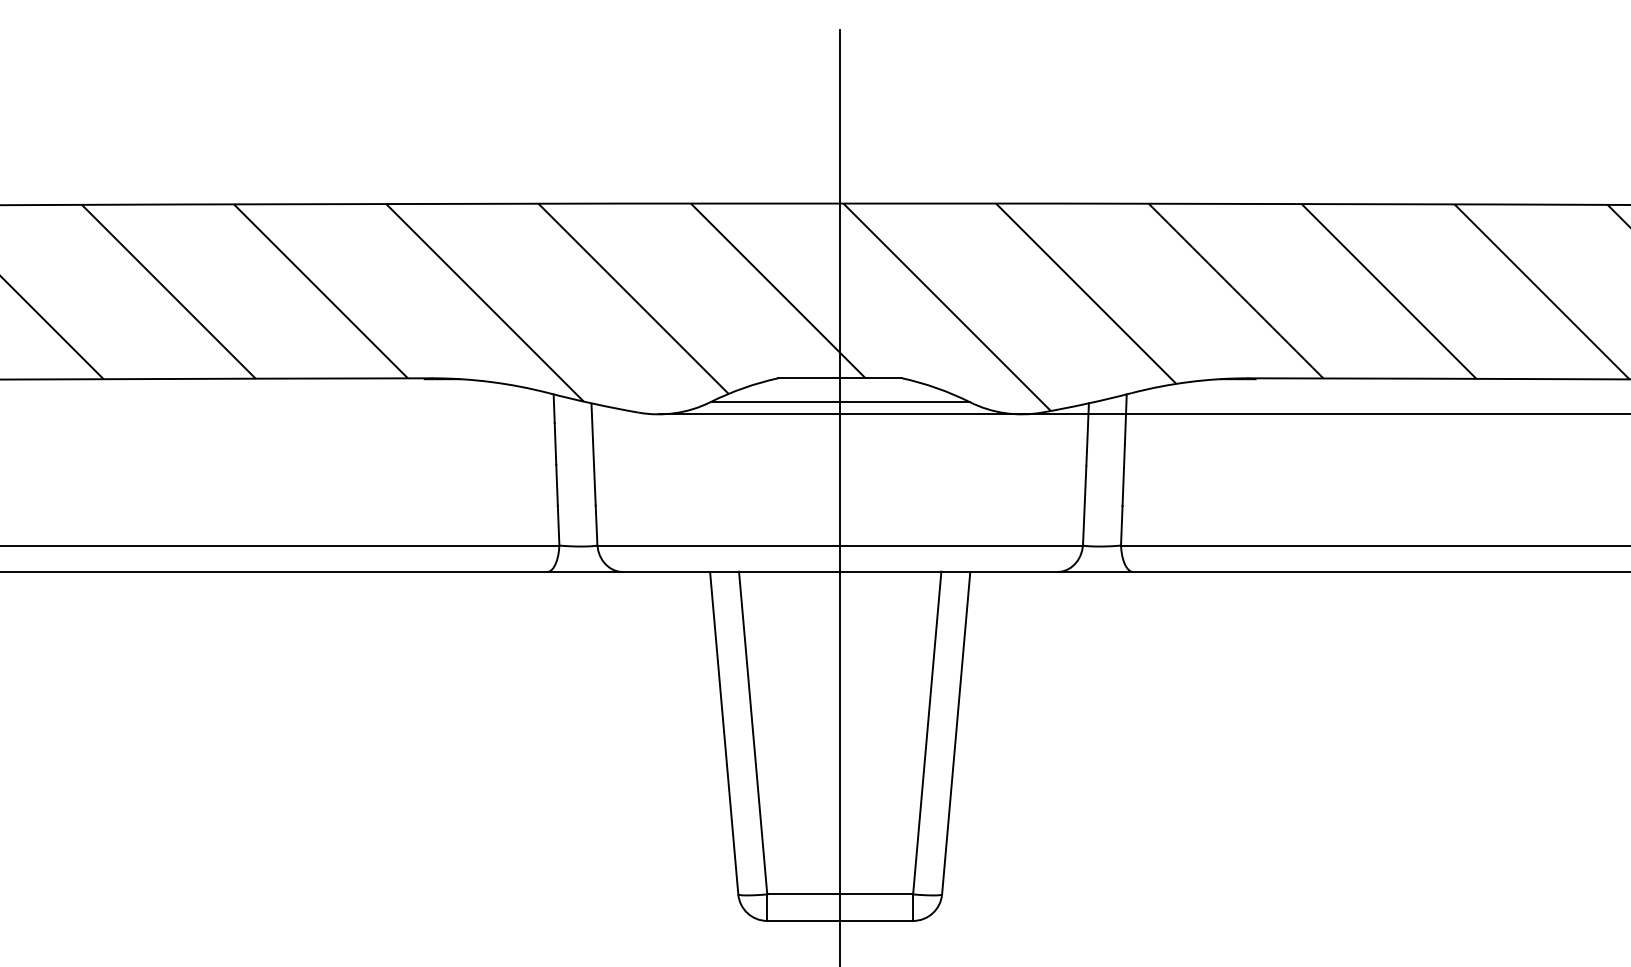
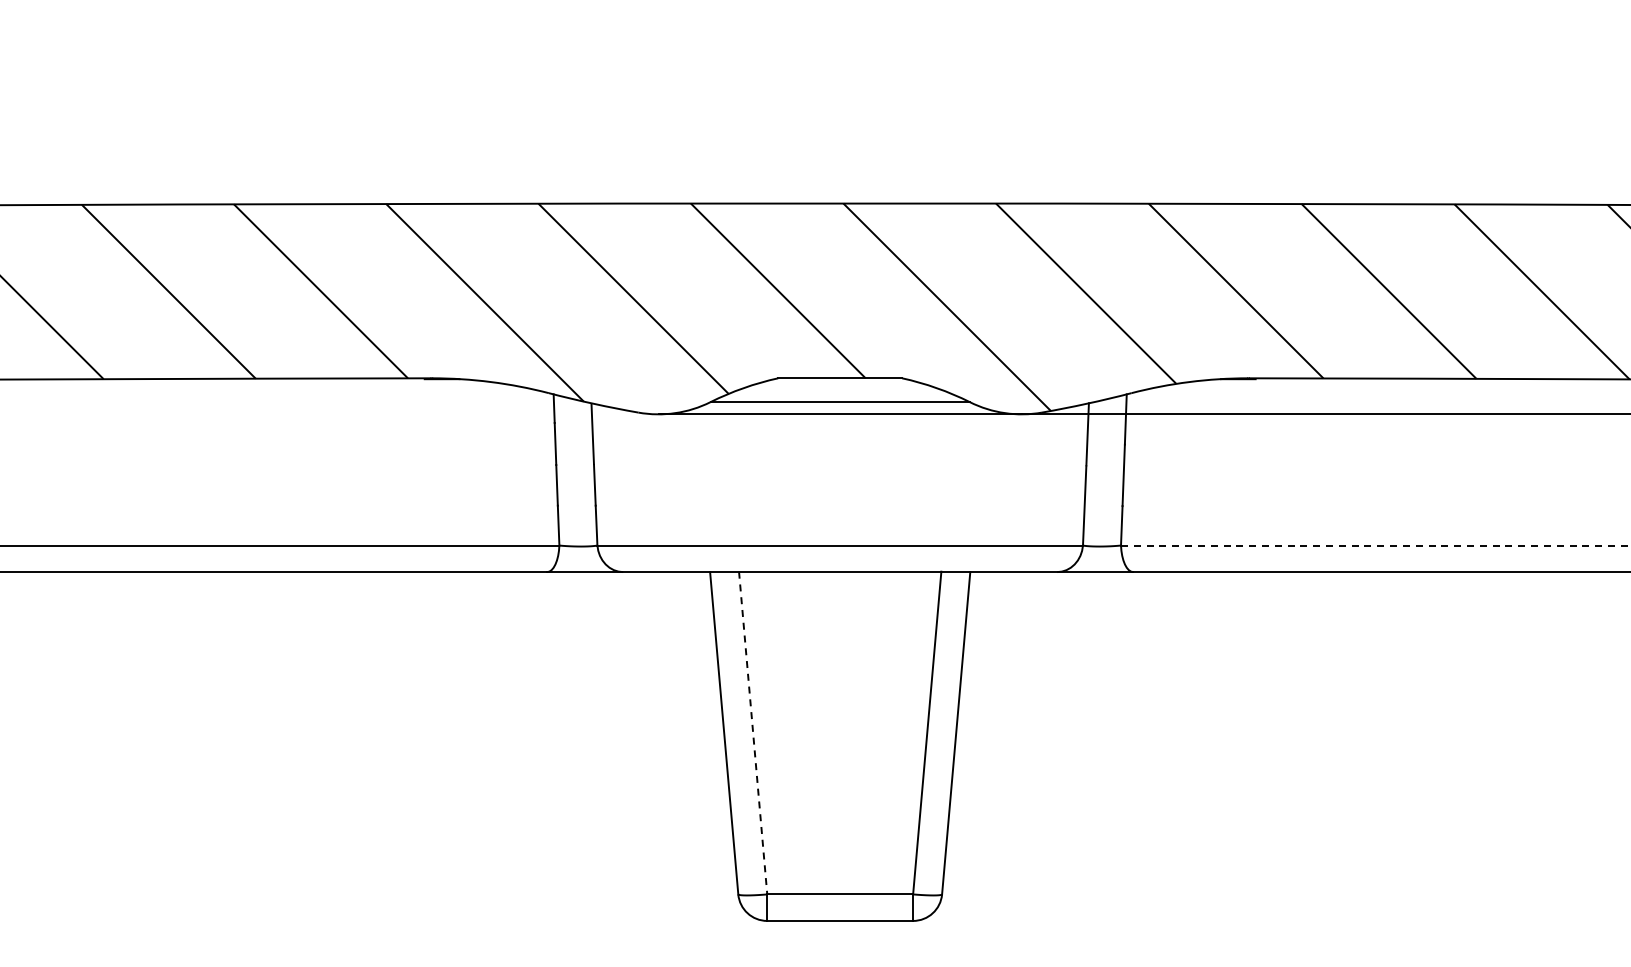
line at (840, 495): present -> none
line at (1375, 545): solid -> dashed
line at (753, 733): solid -> dashed
